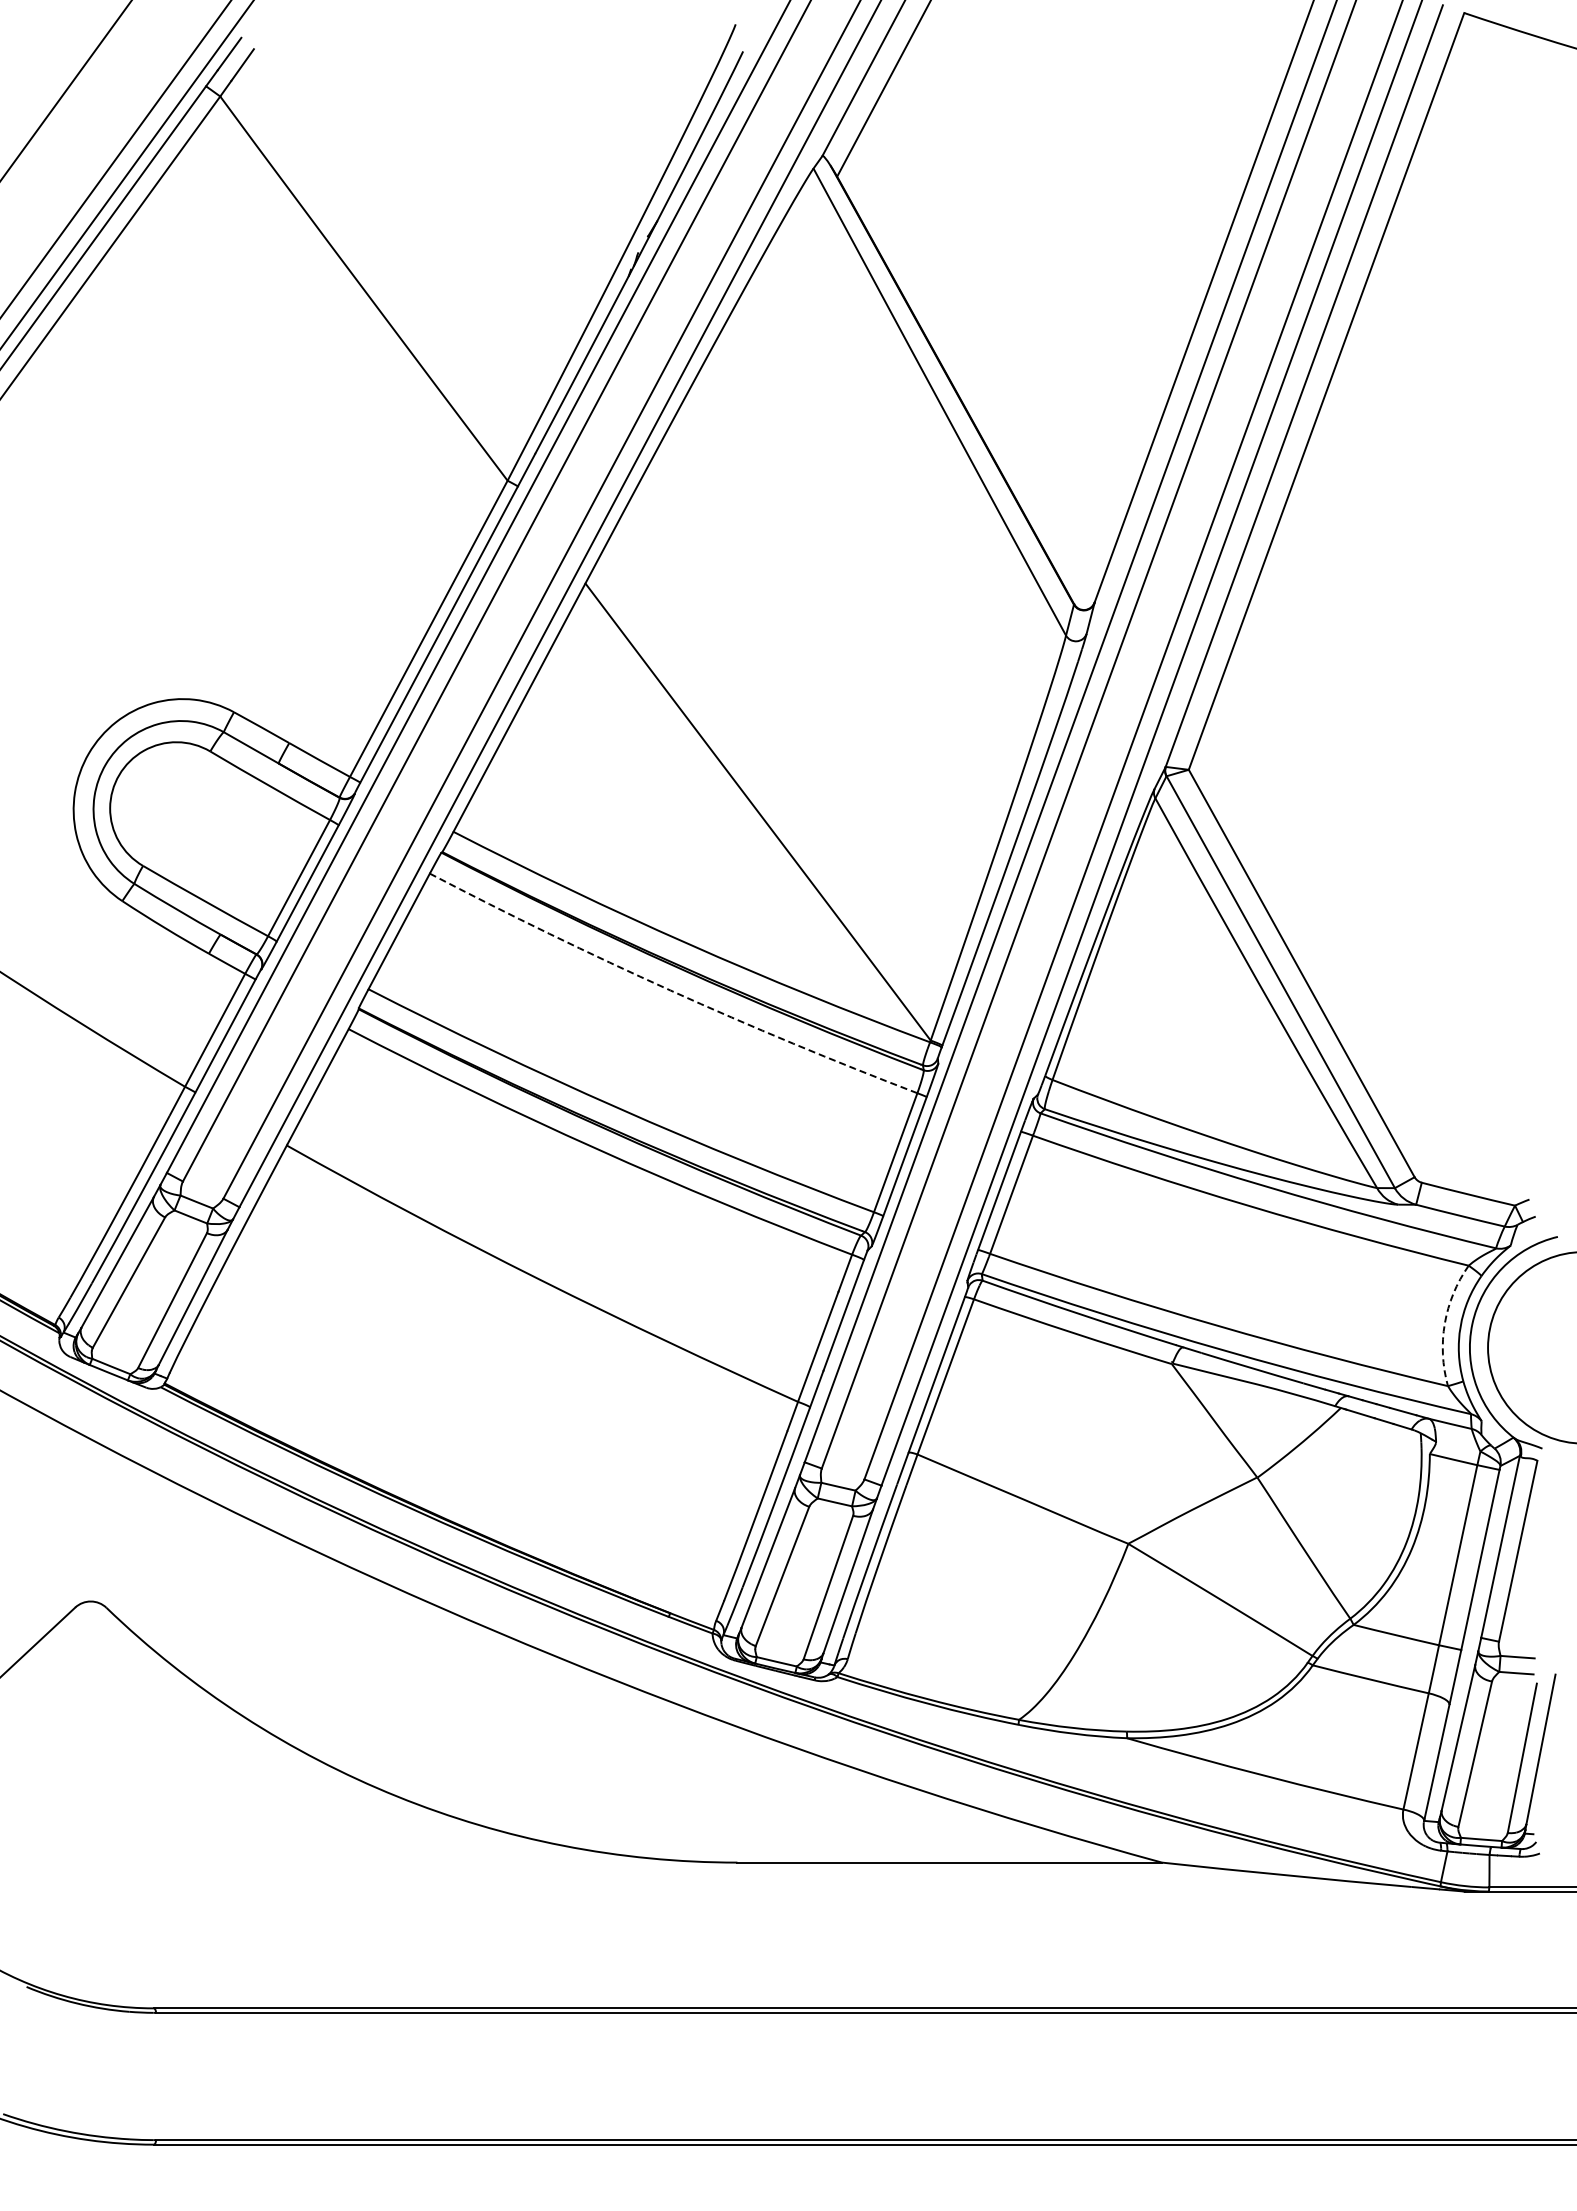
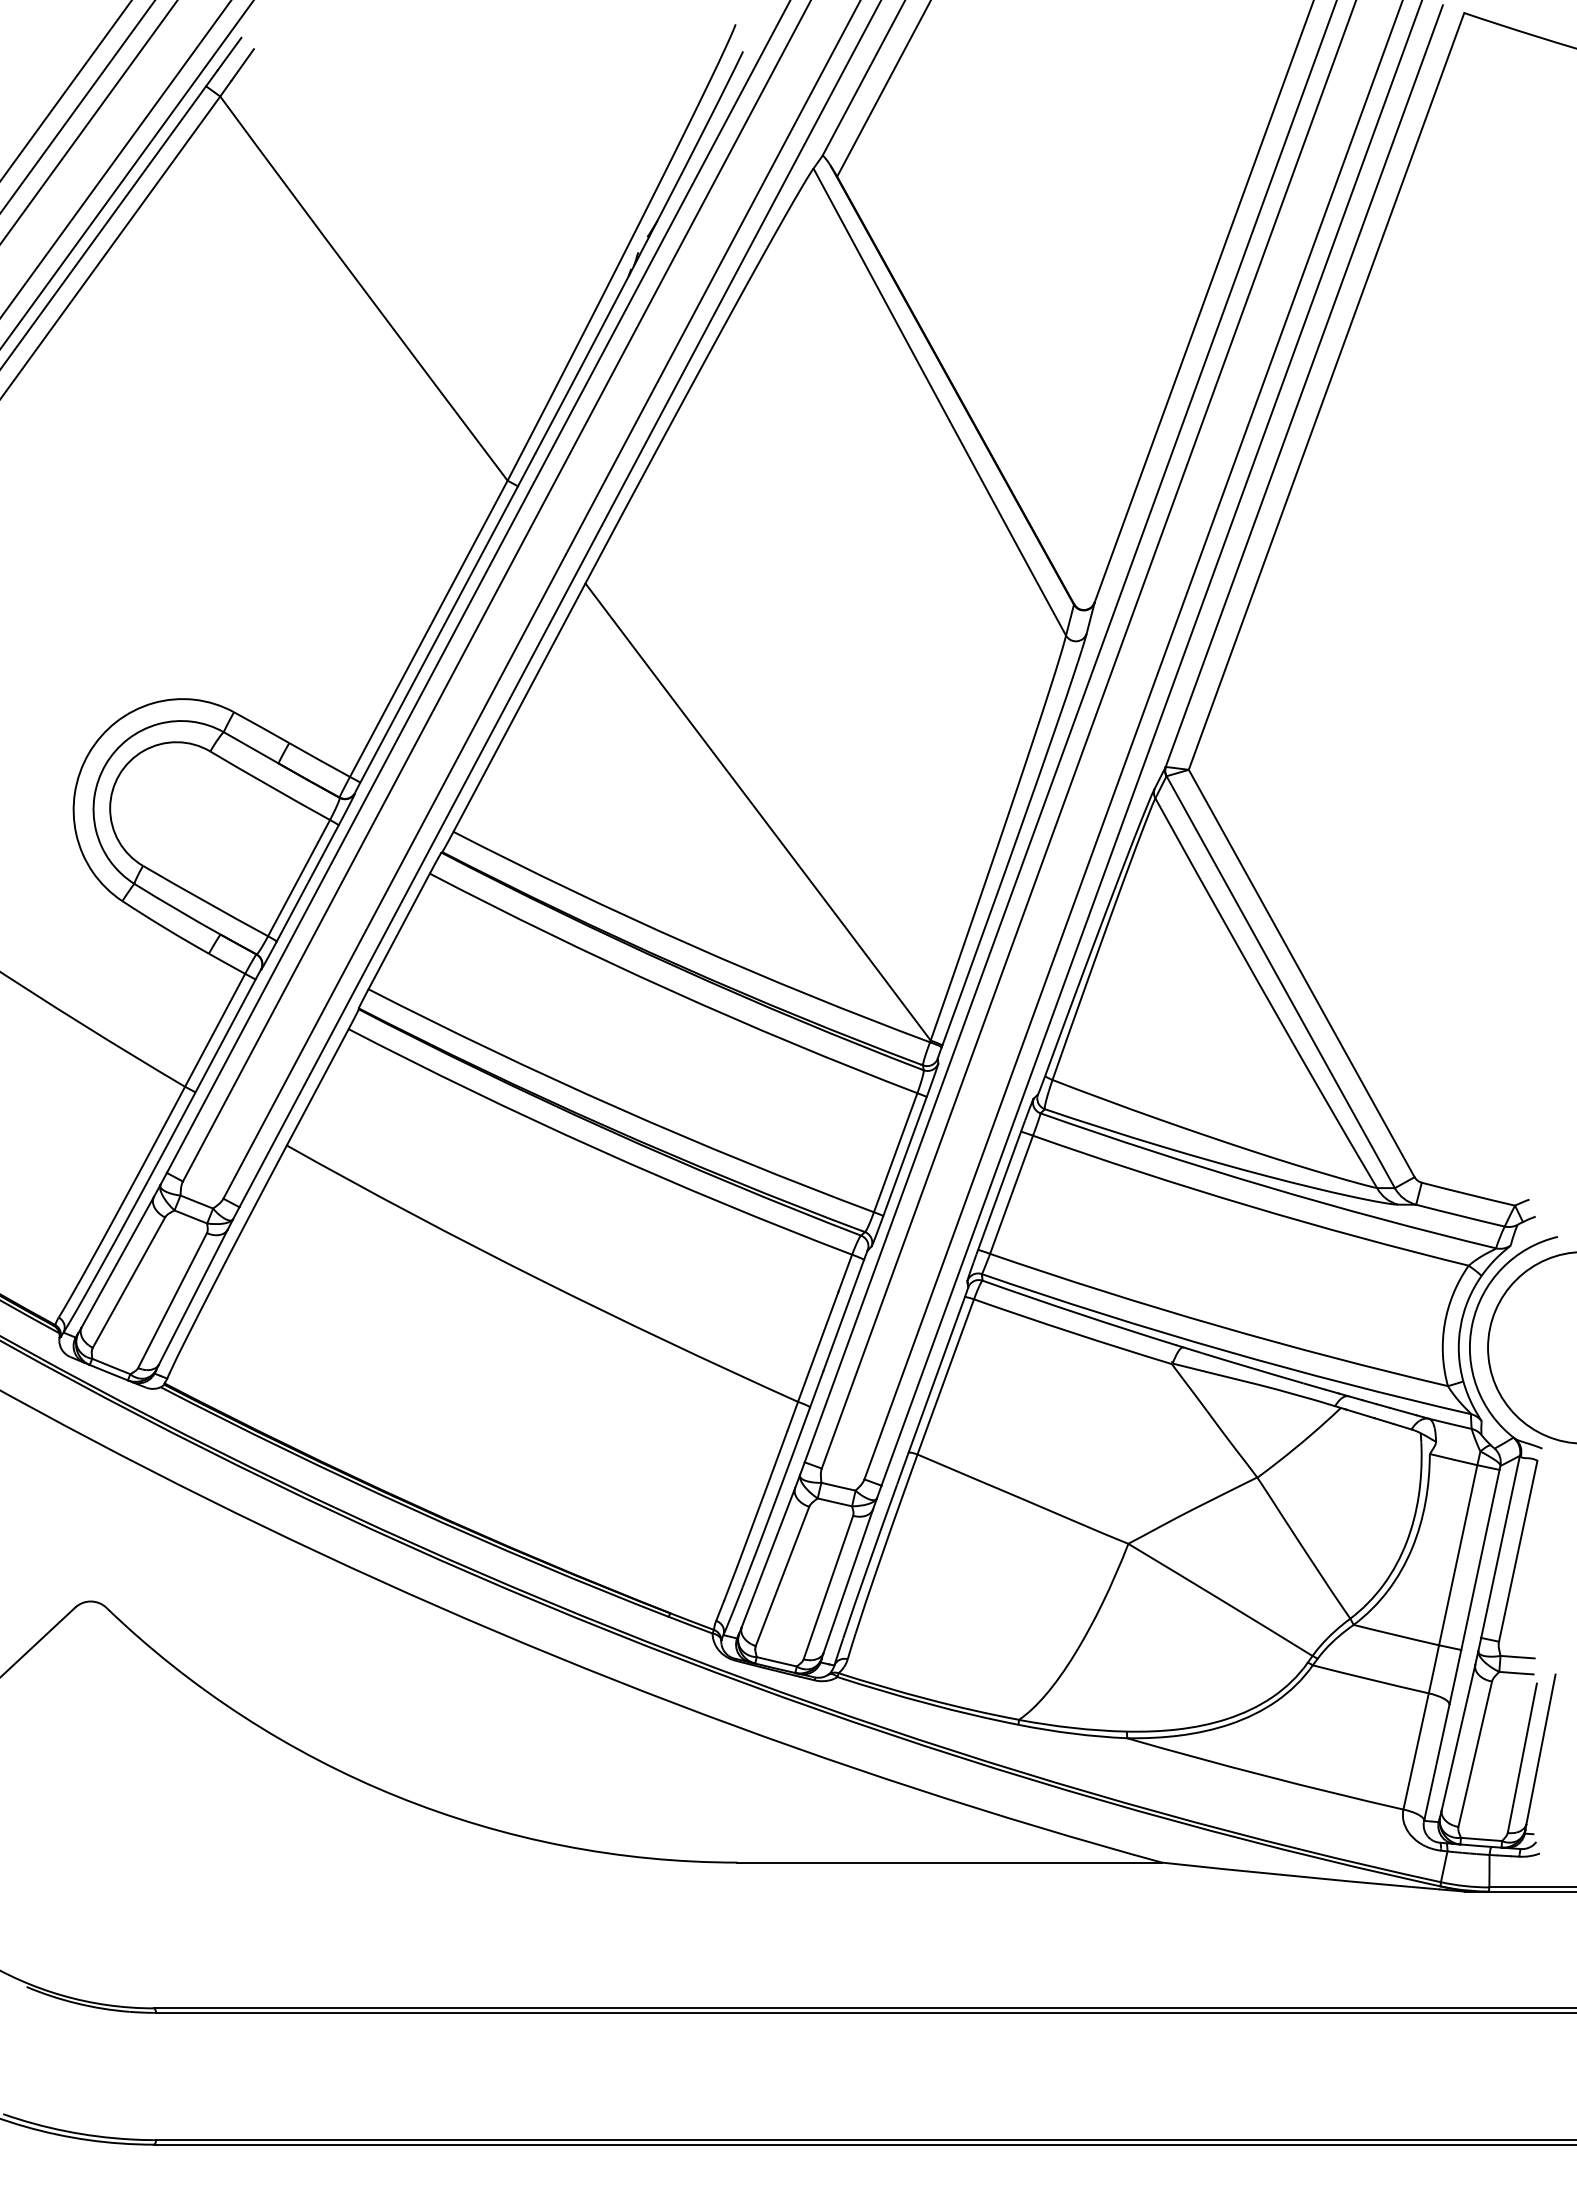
line at (77, 106): none -> present
line at (88, 121): none -> present
arc at (670, 990): dashed -> solid
arc at (1444, 1323): dashed -> solid
